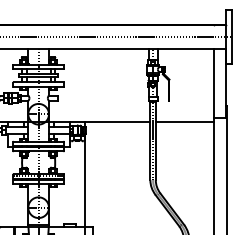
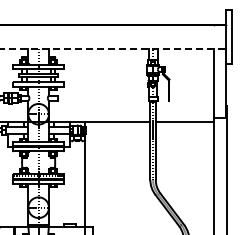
line at (116, 36): present -> none
line at (113, 48): solid -> dashed
